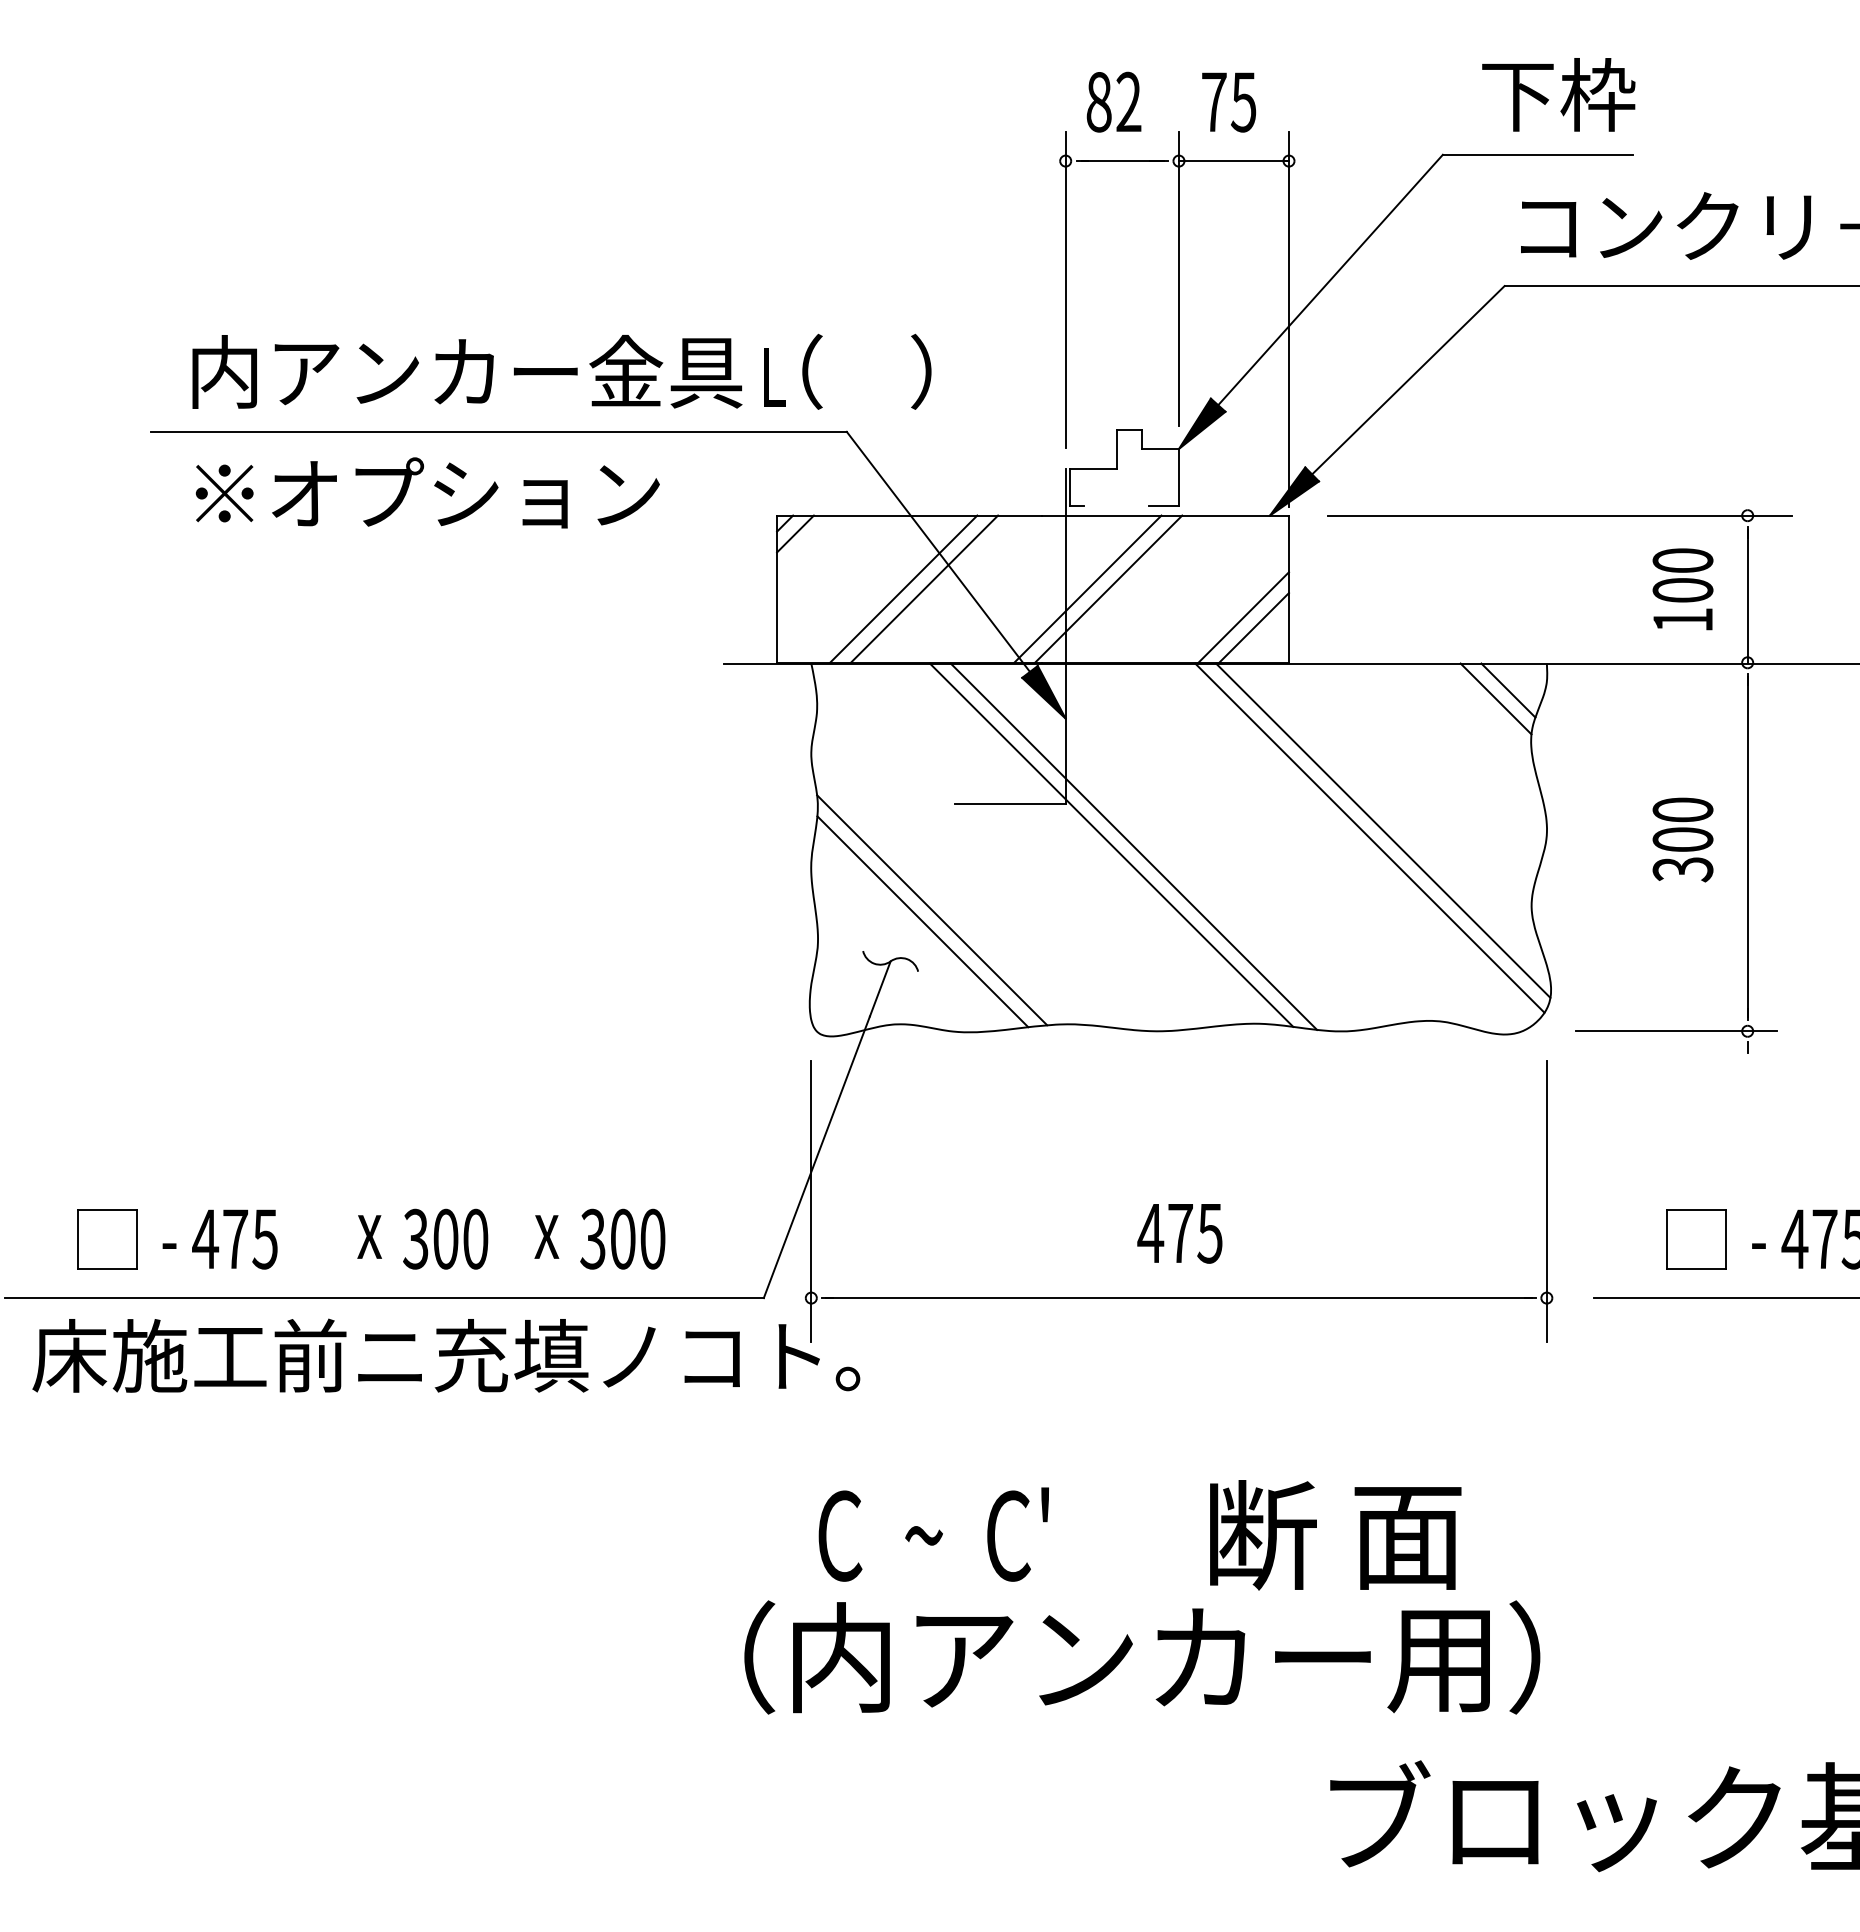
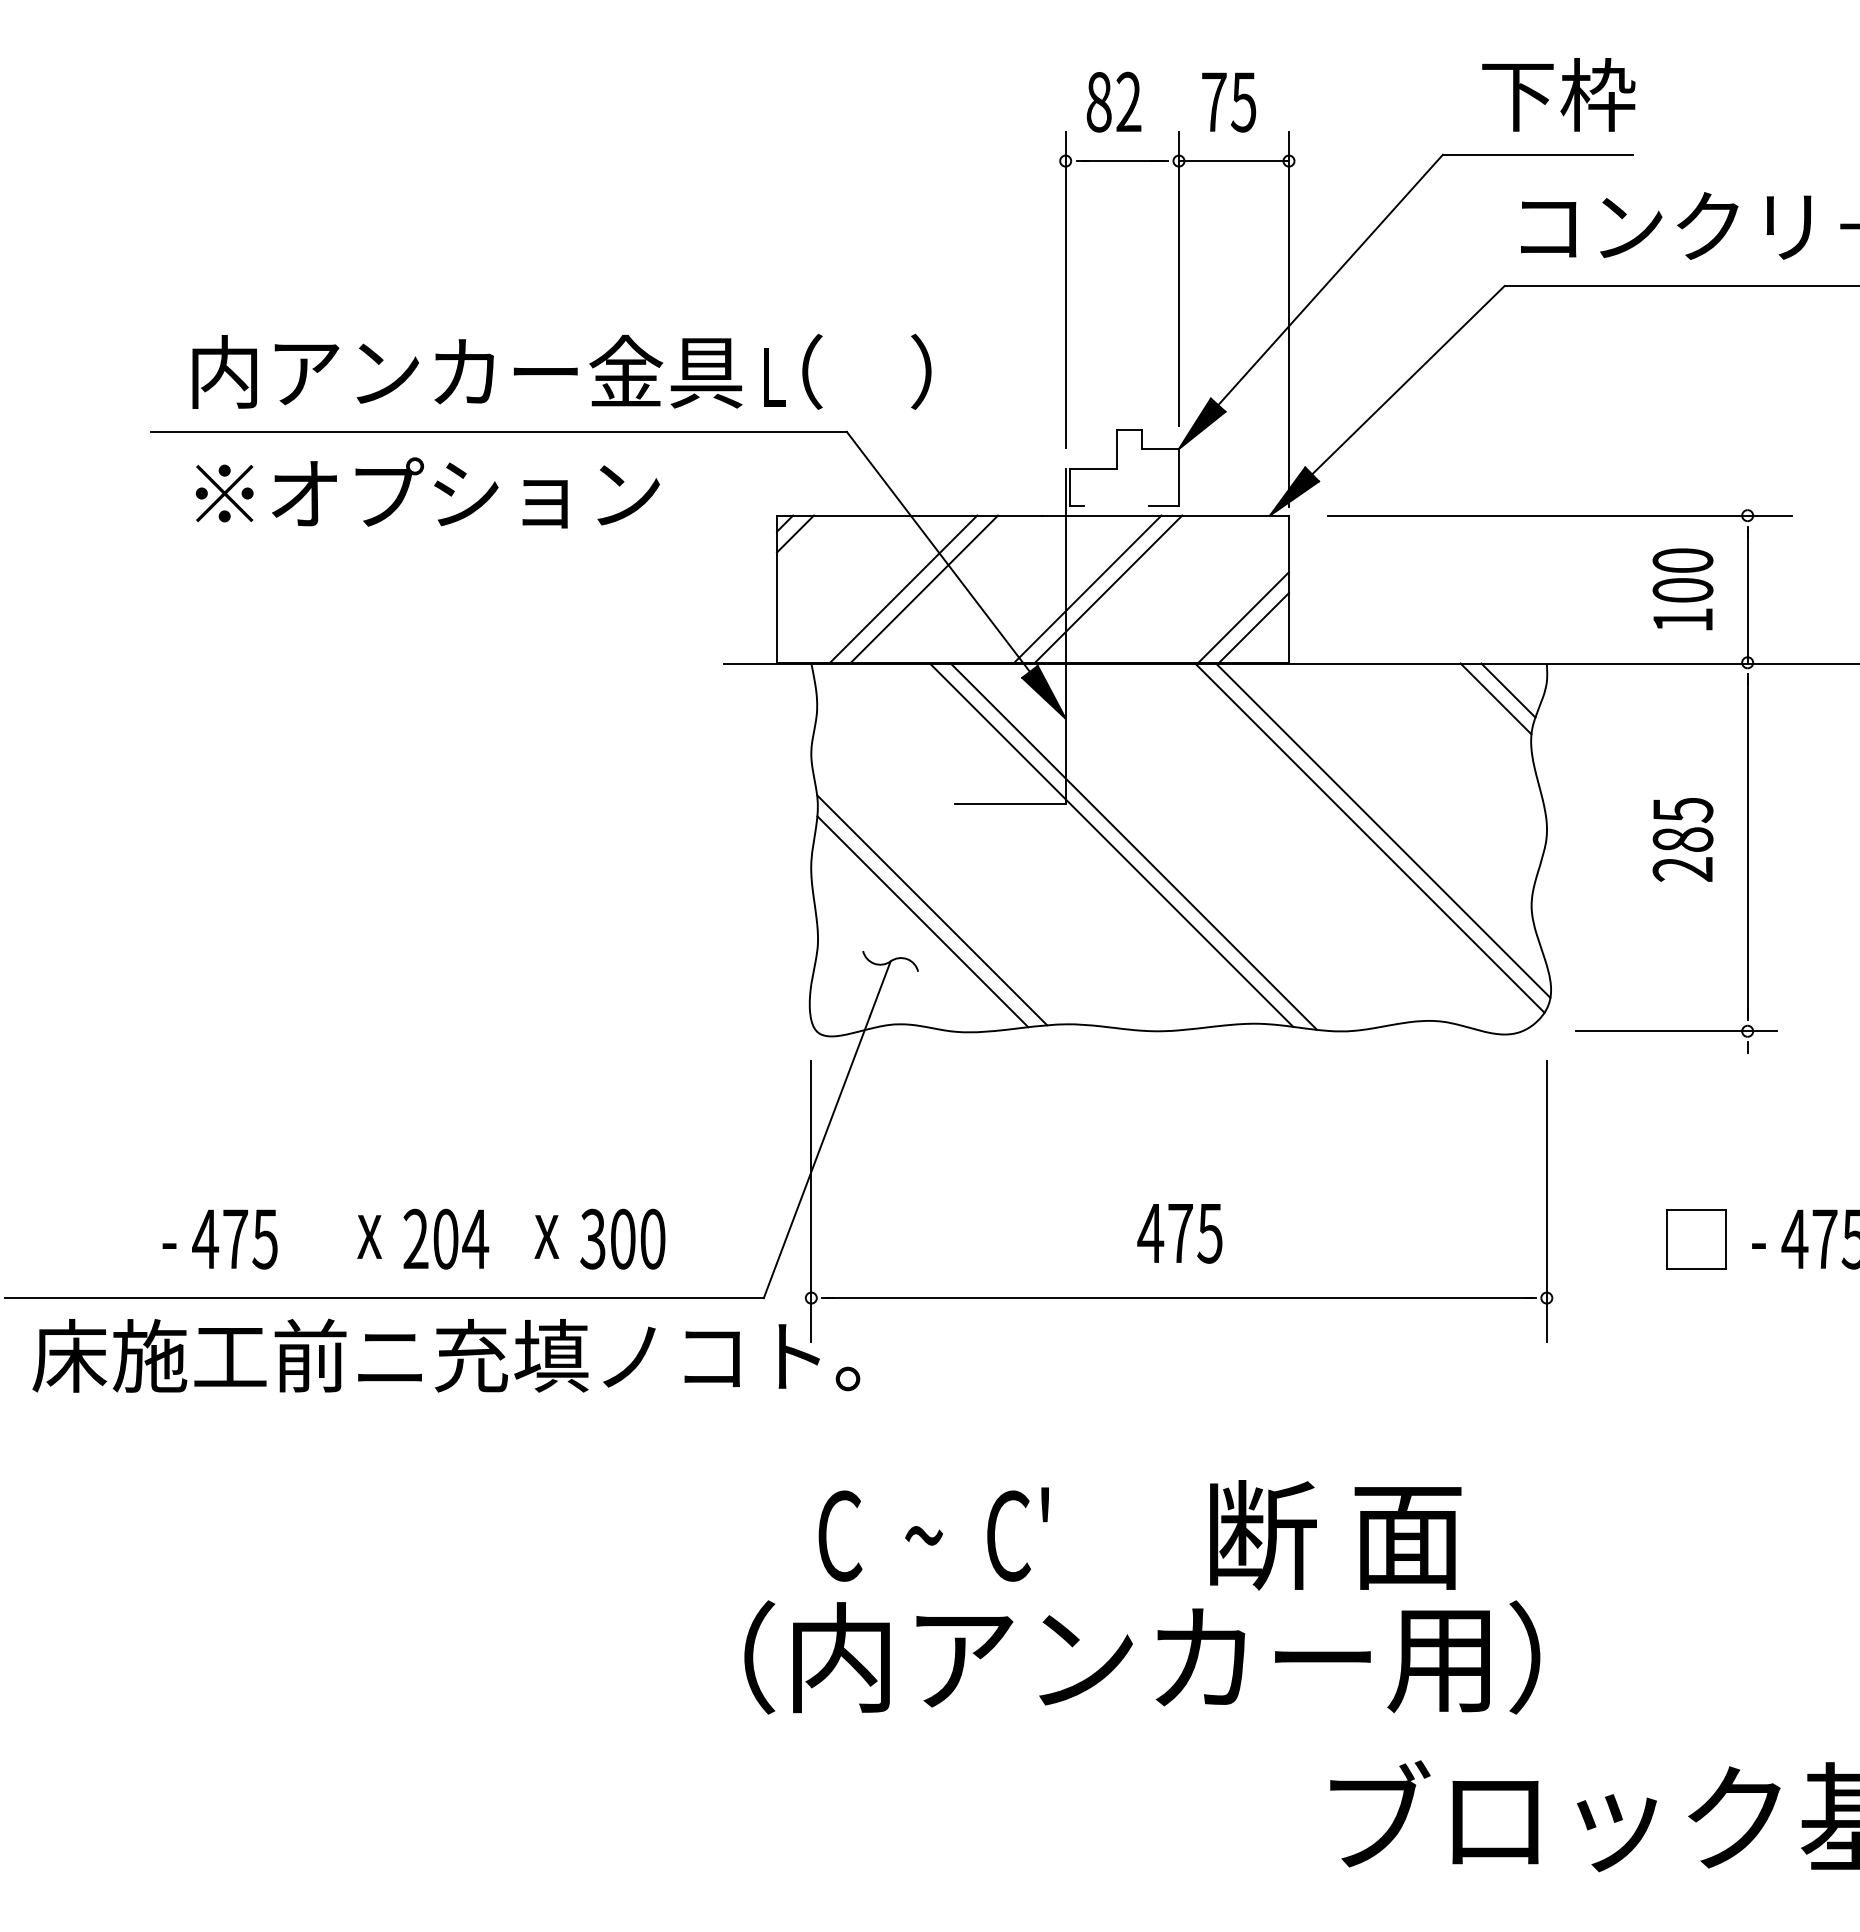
text at (1682, 839): 300 -> 285
text at (446, 1238): 300 -> 204
part at (107, 1239): present -> none
line at (1725, 1298): present -> none
